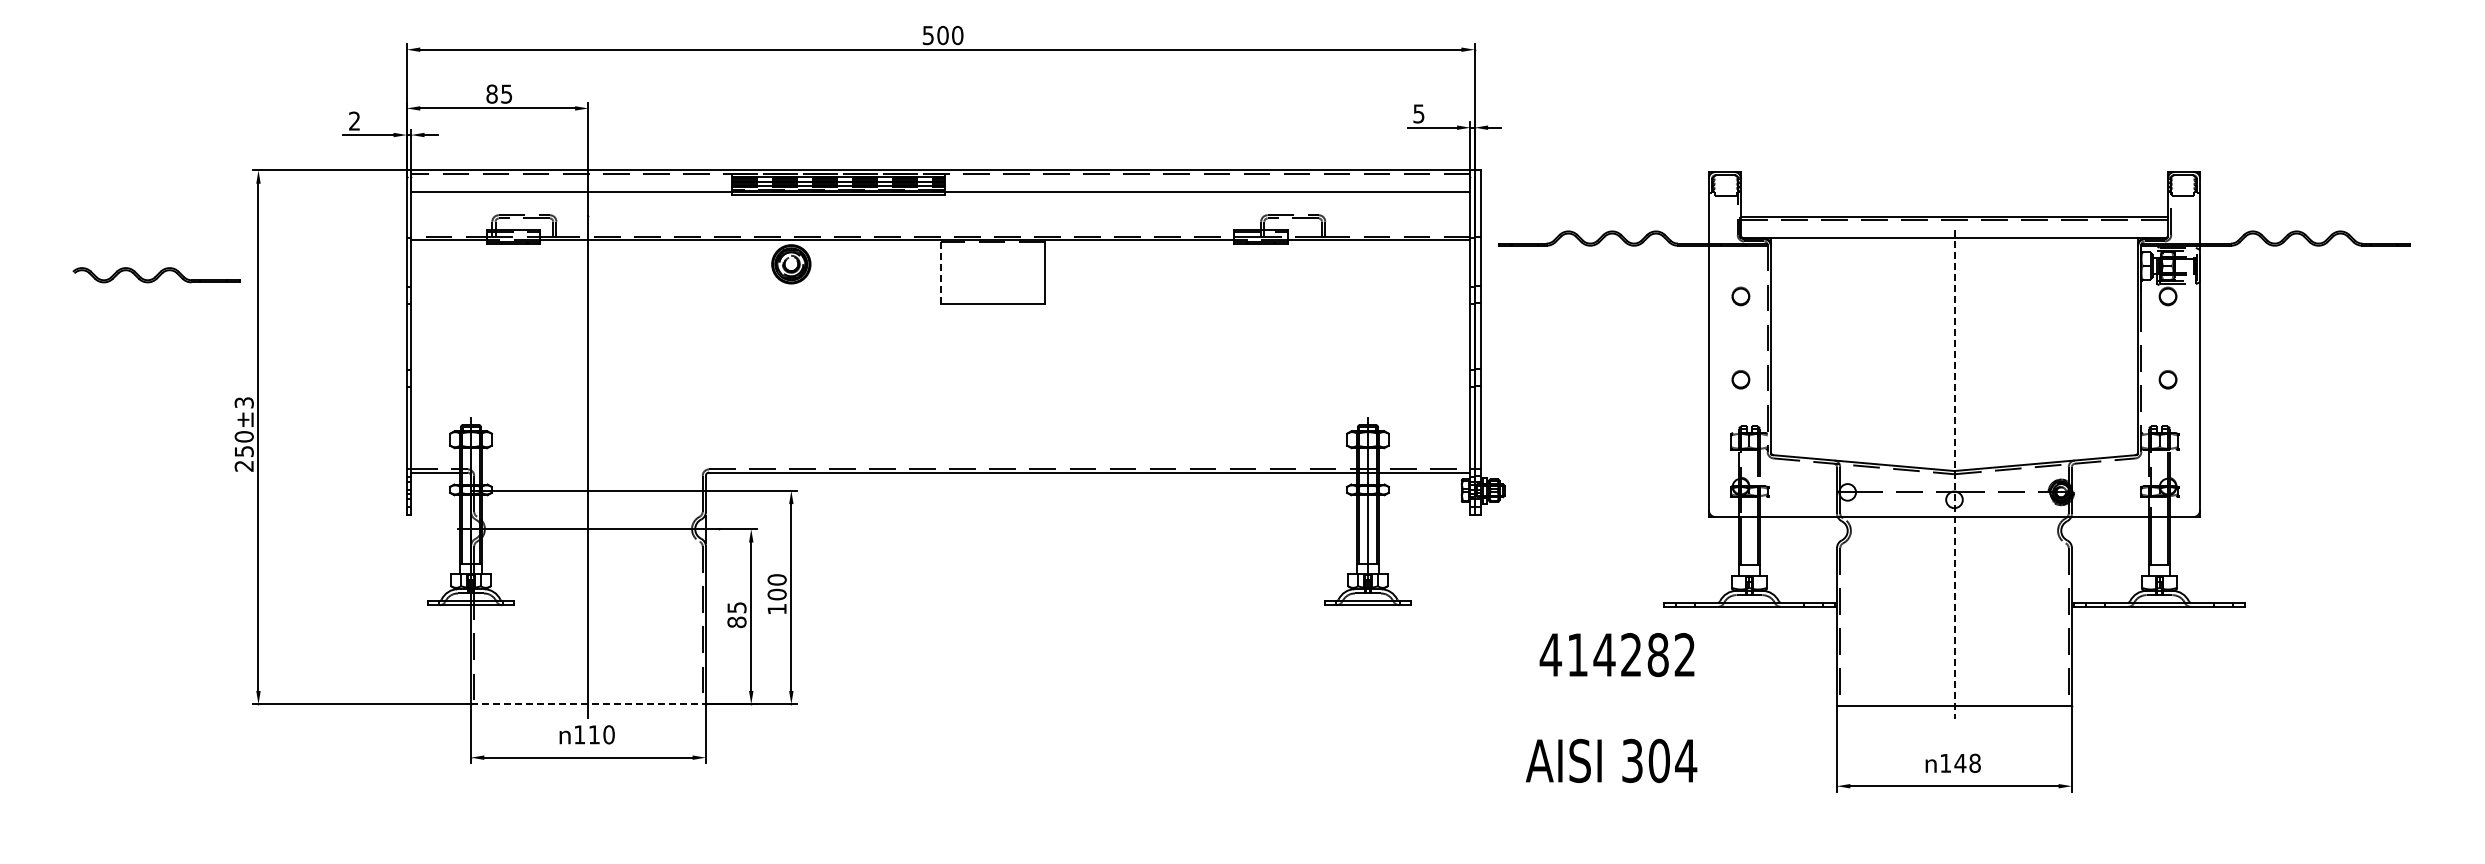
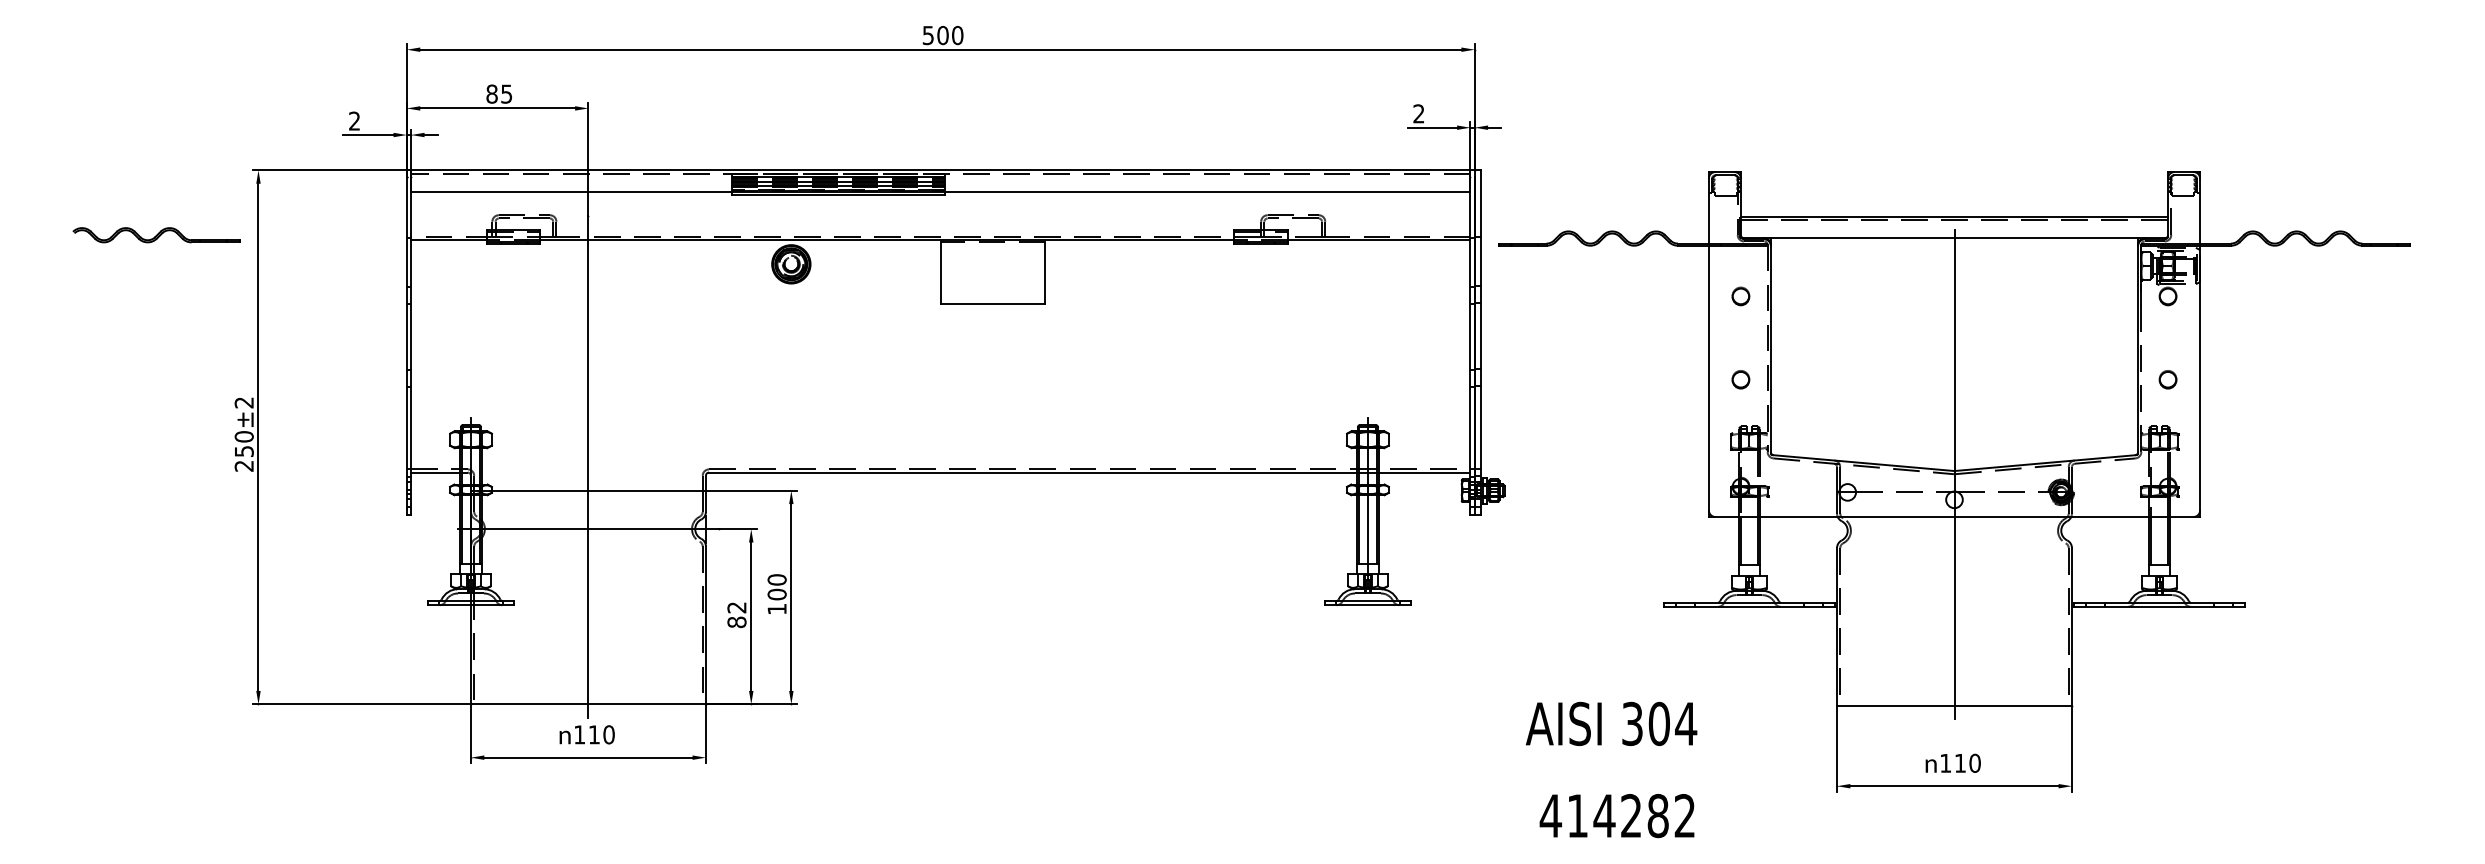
text at (1418, 113): 5 -> 2
line at (940, 273): dashed -> solid
part at (156, 275) position: (156, 275) -> (156, 235)
text at (244, 402): ±3 -> ±2
line at (1954, 475): dashed -> solid
text at (736, 607): 85 -> 82
text at (1616, 655) position: (1616, 655) -> (1616, 816)
line at (588, 704): dashed -> solid
text at (1611, 760) position: (1611, 760) -> (1611, 723)
text at (1967, 763): 148 -> 110
